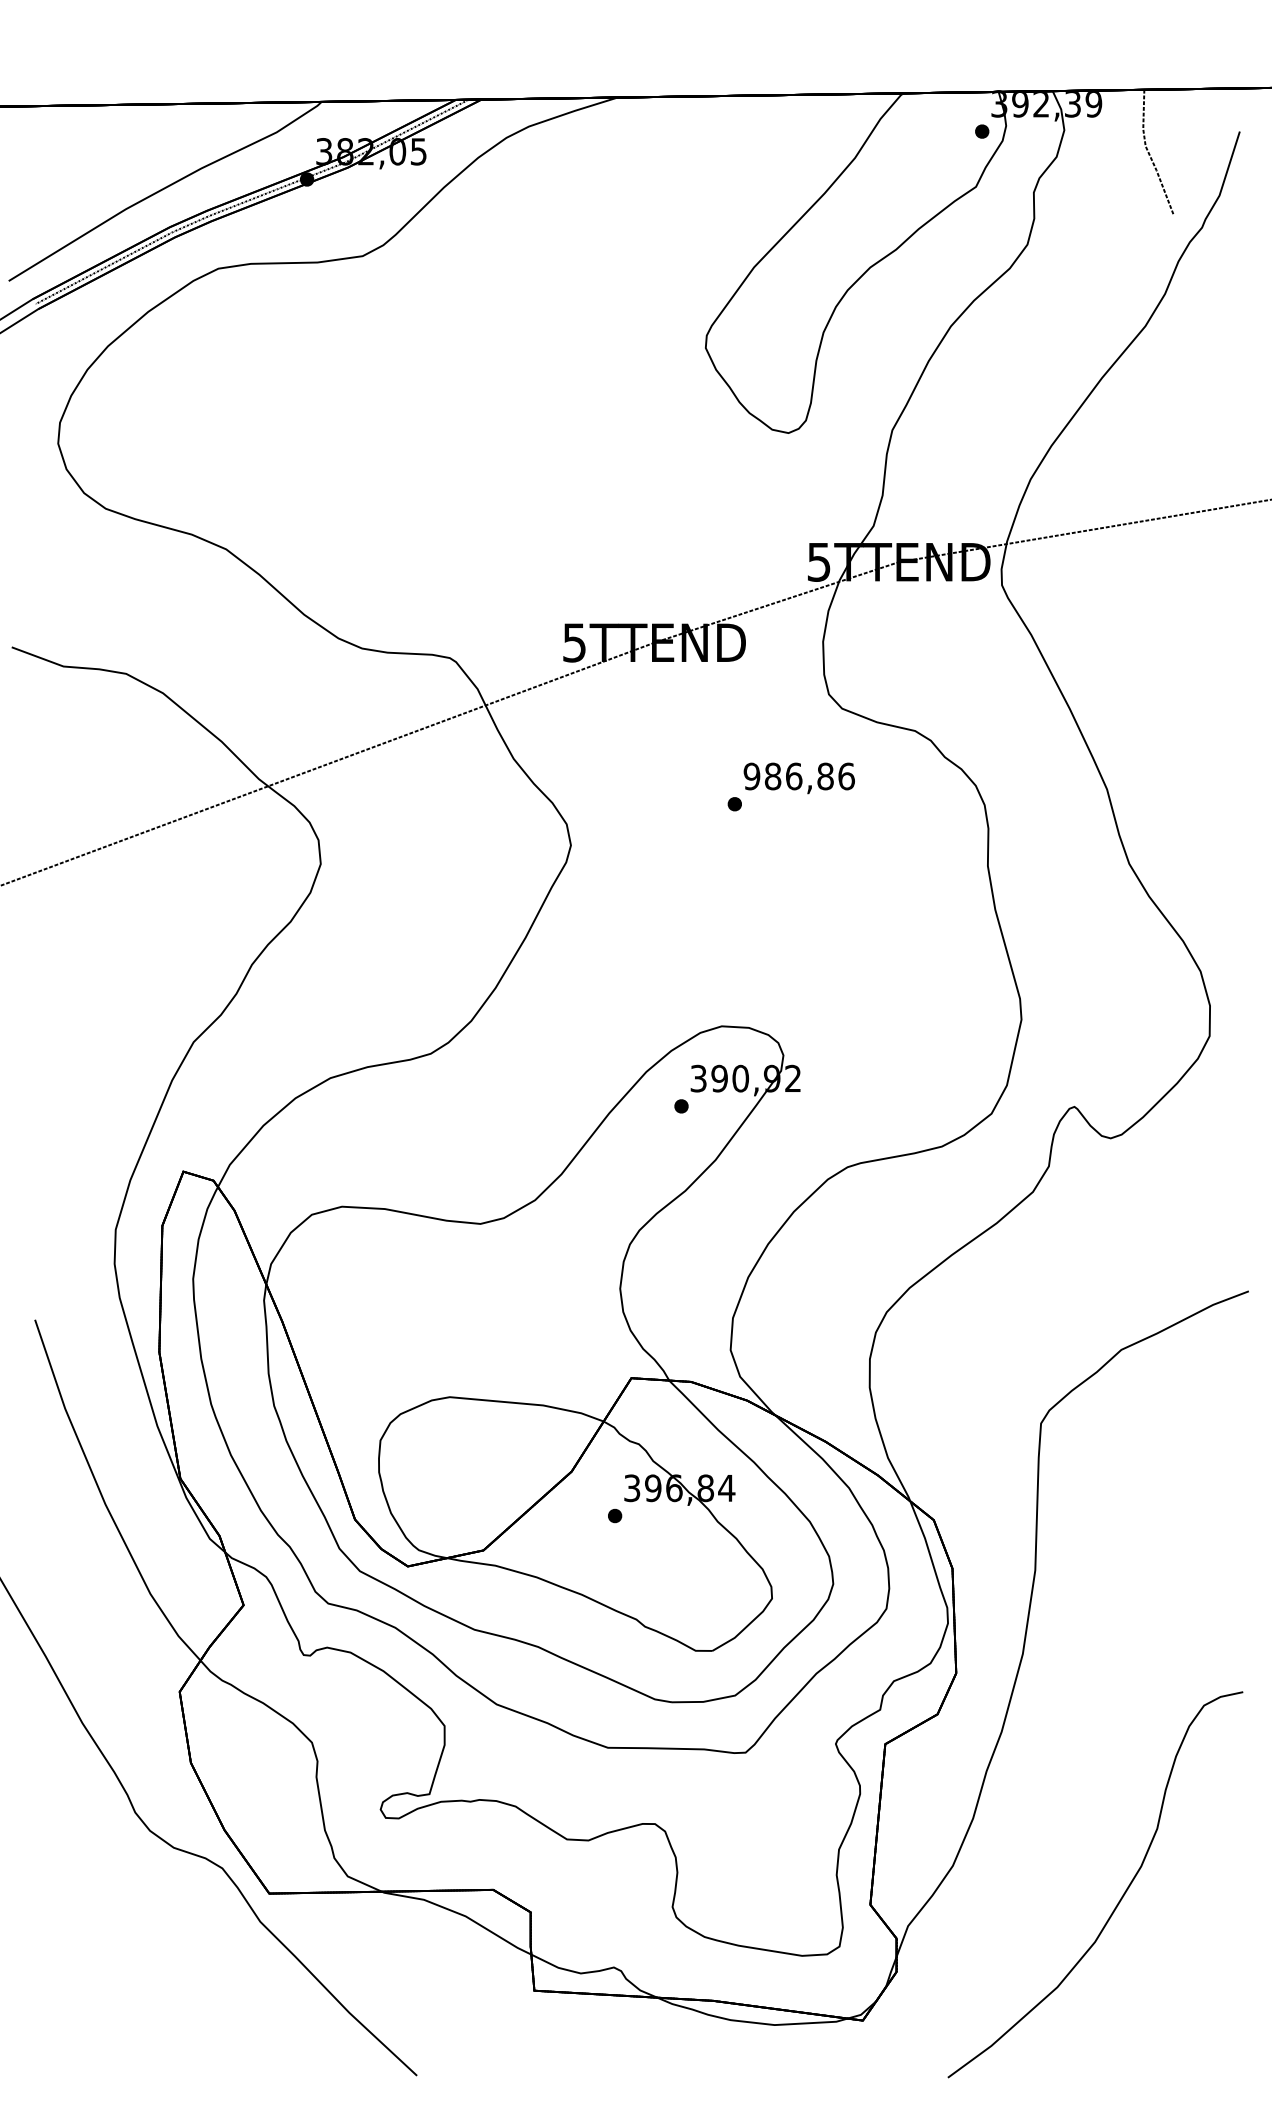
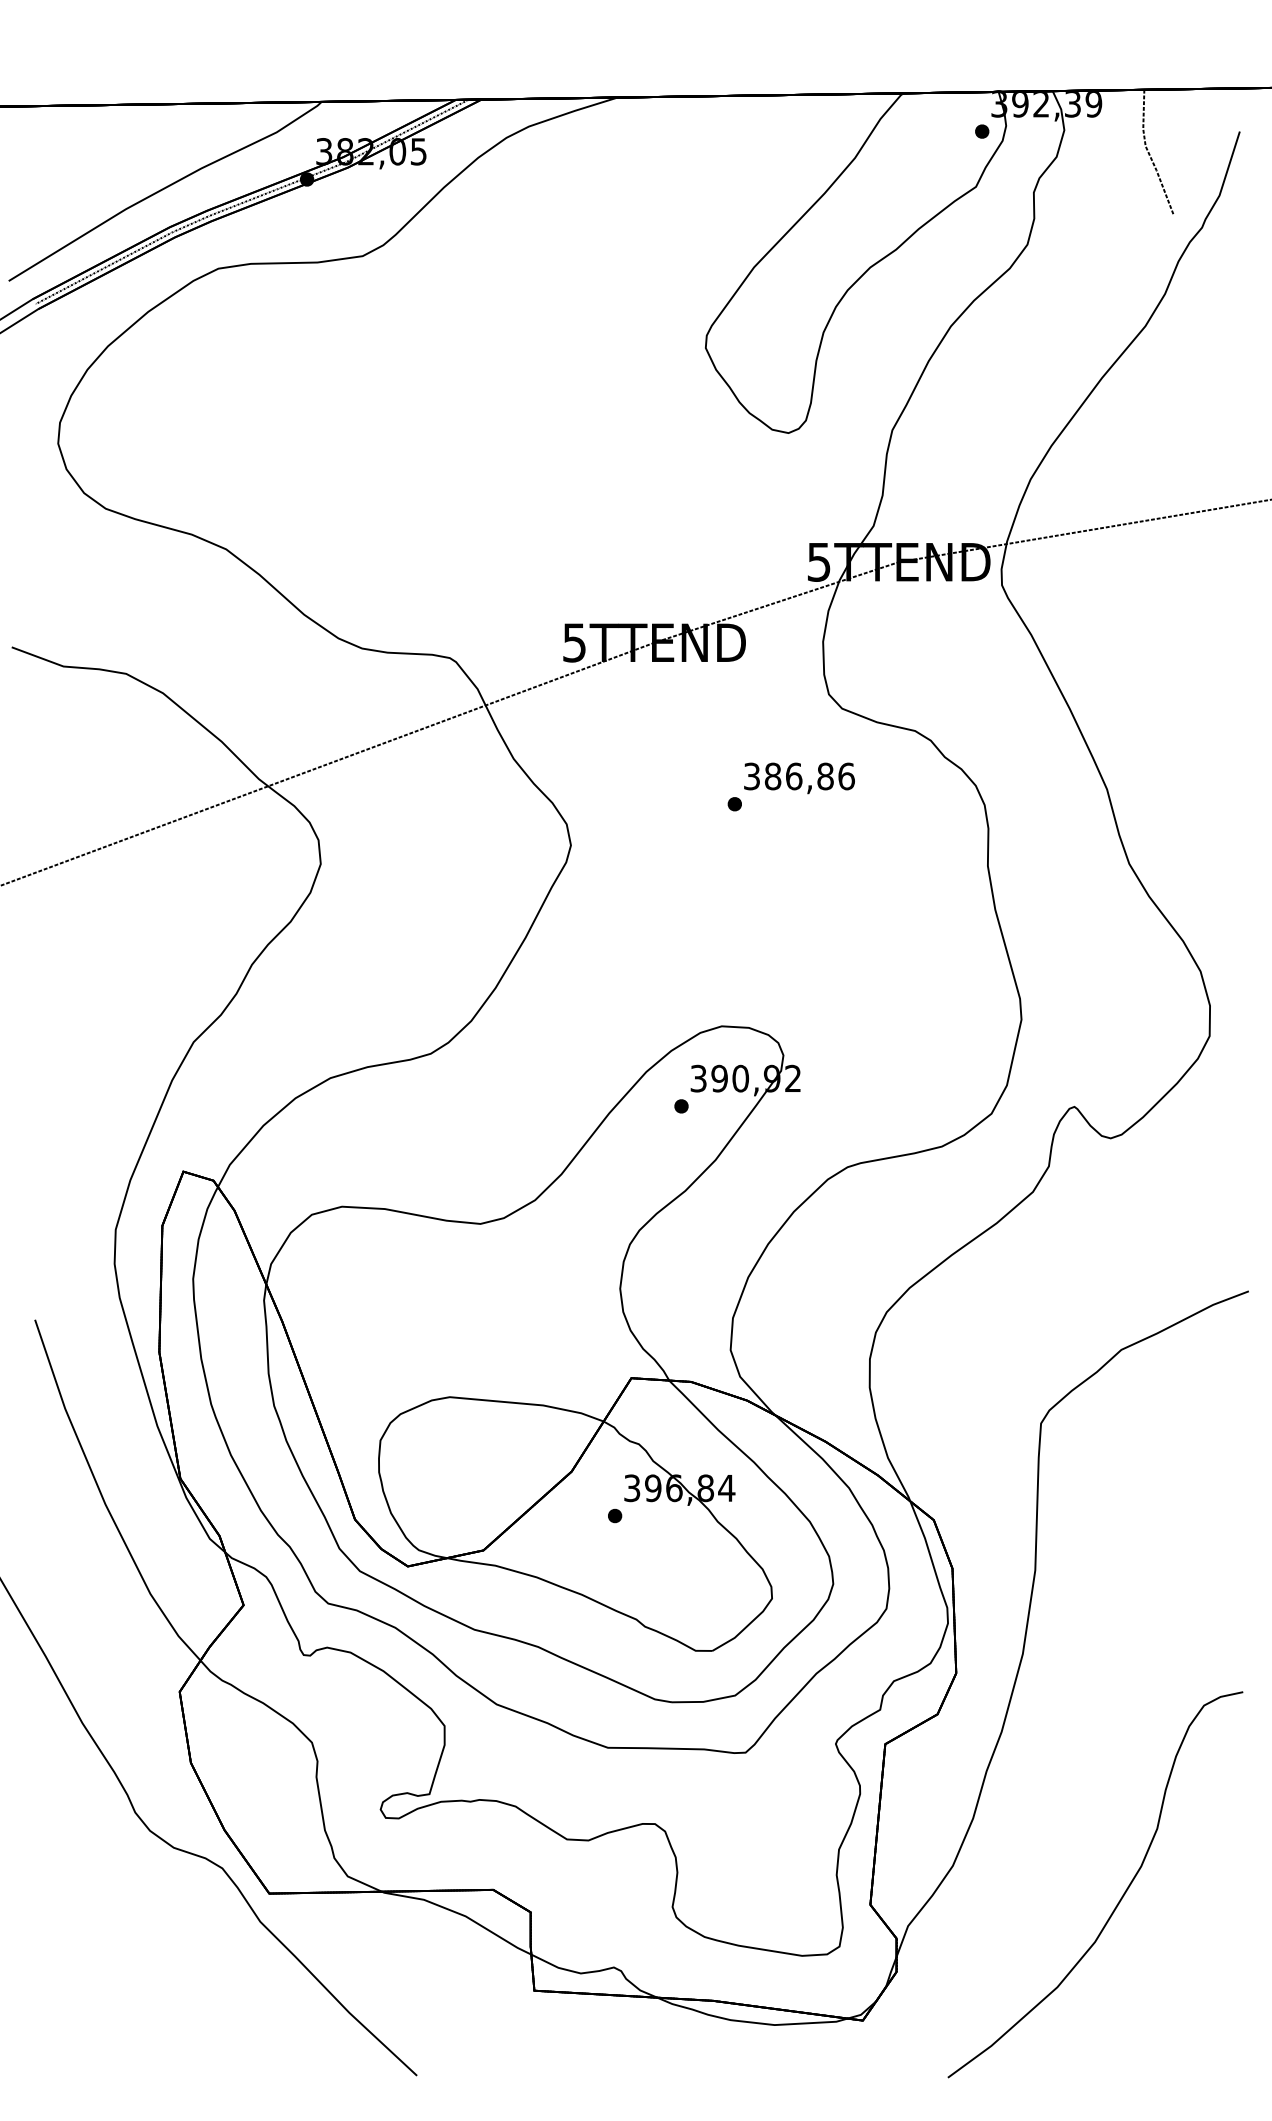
text at (751, 776): 986,86 -> 386,86
